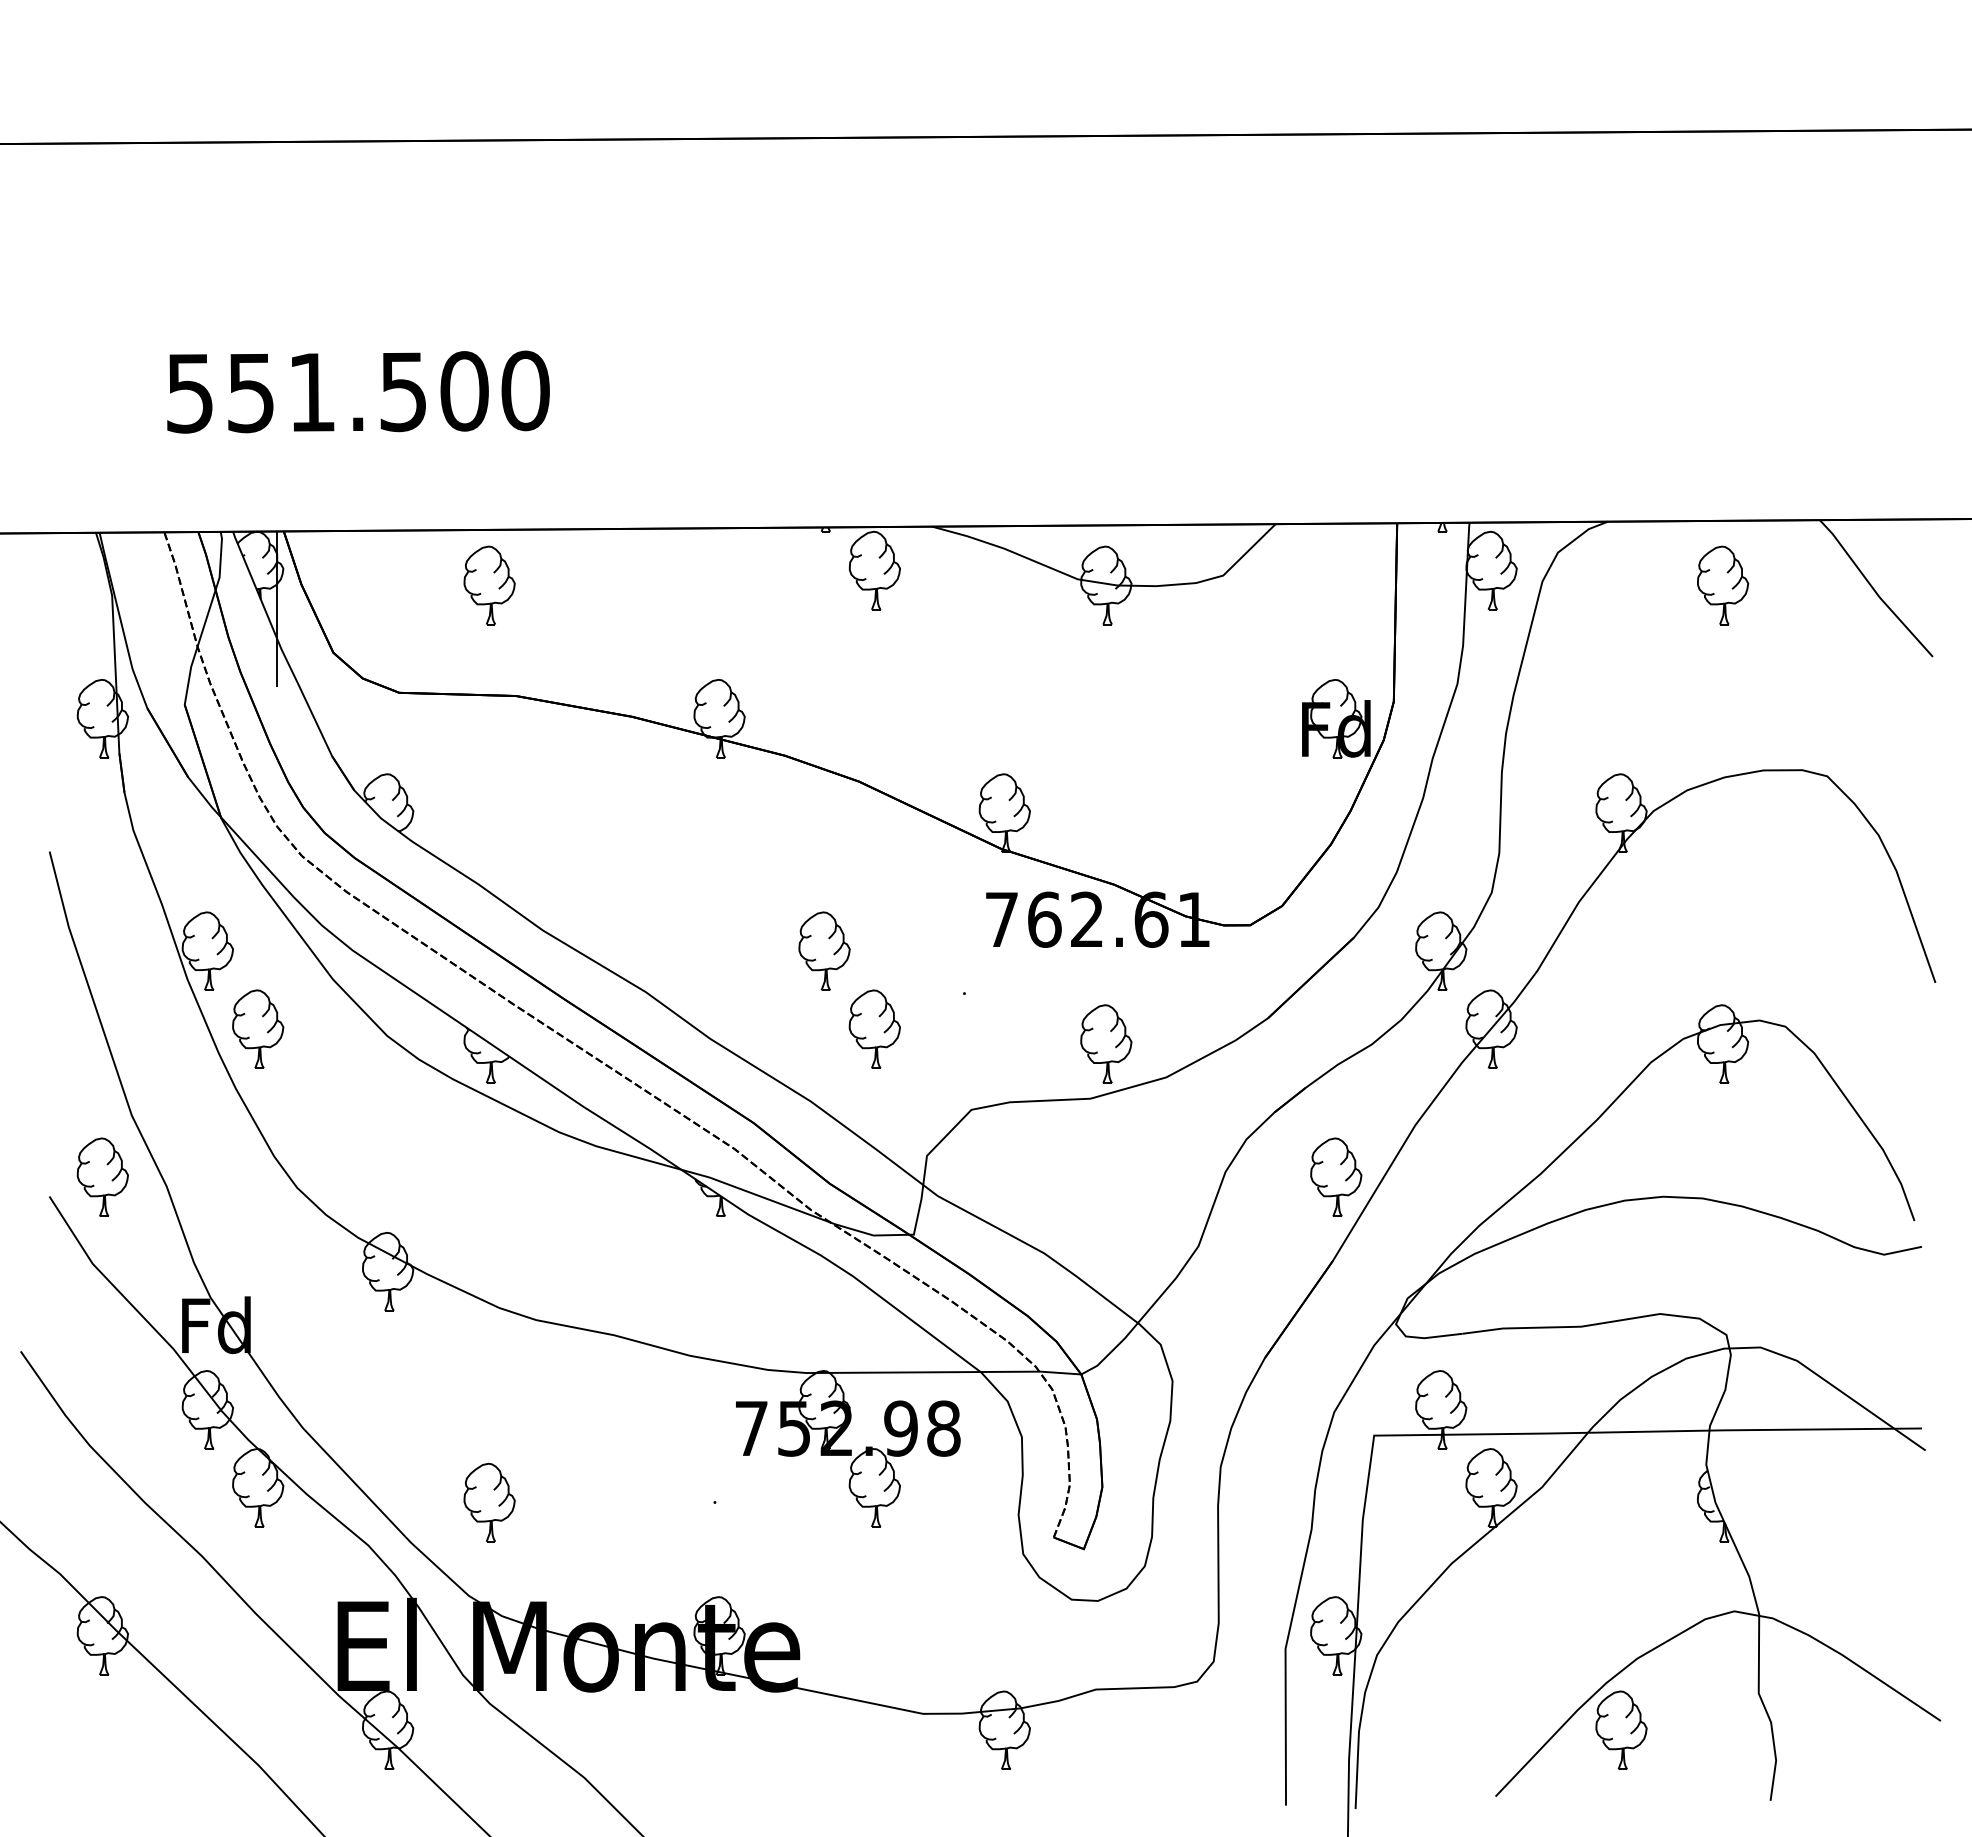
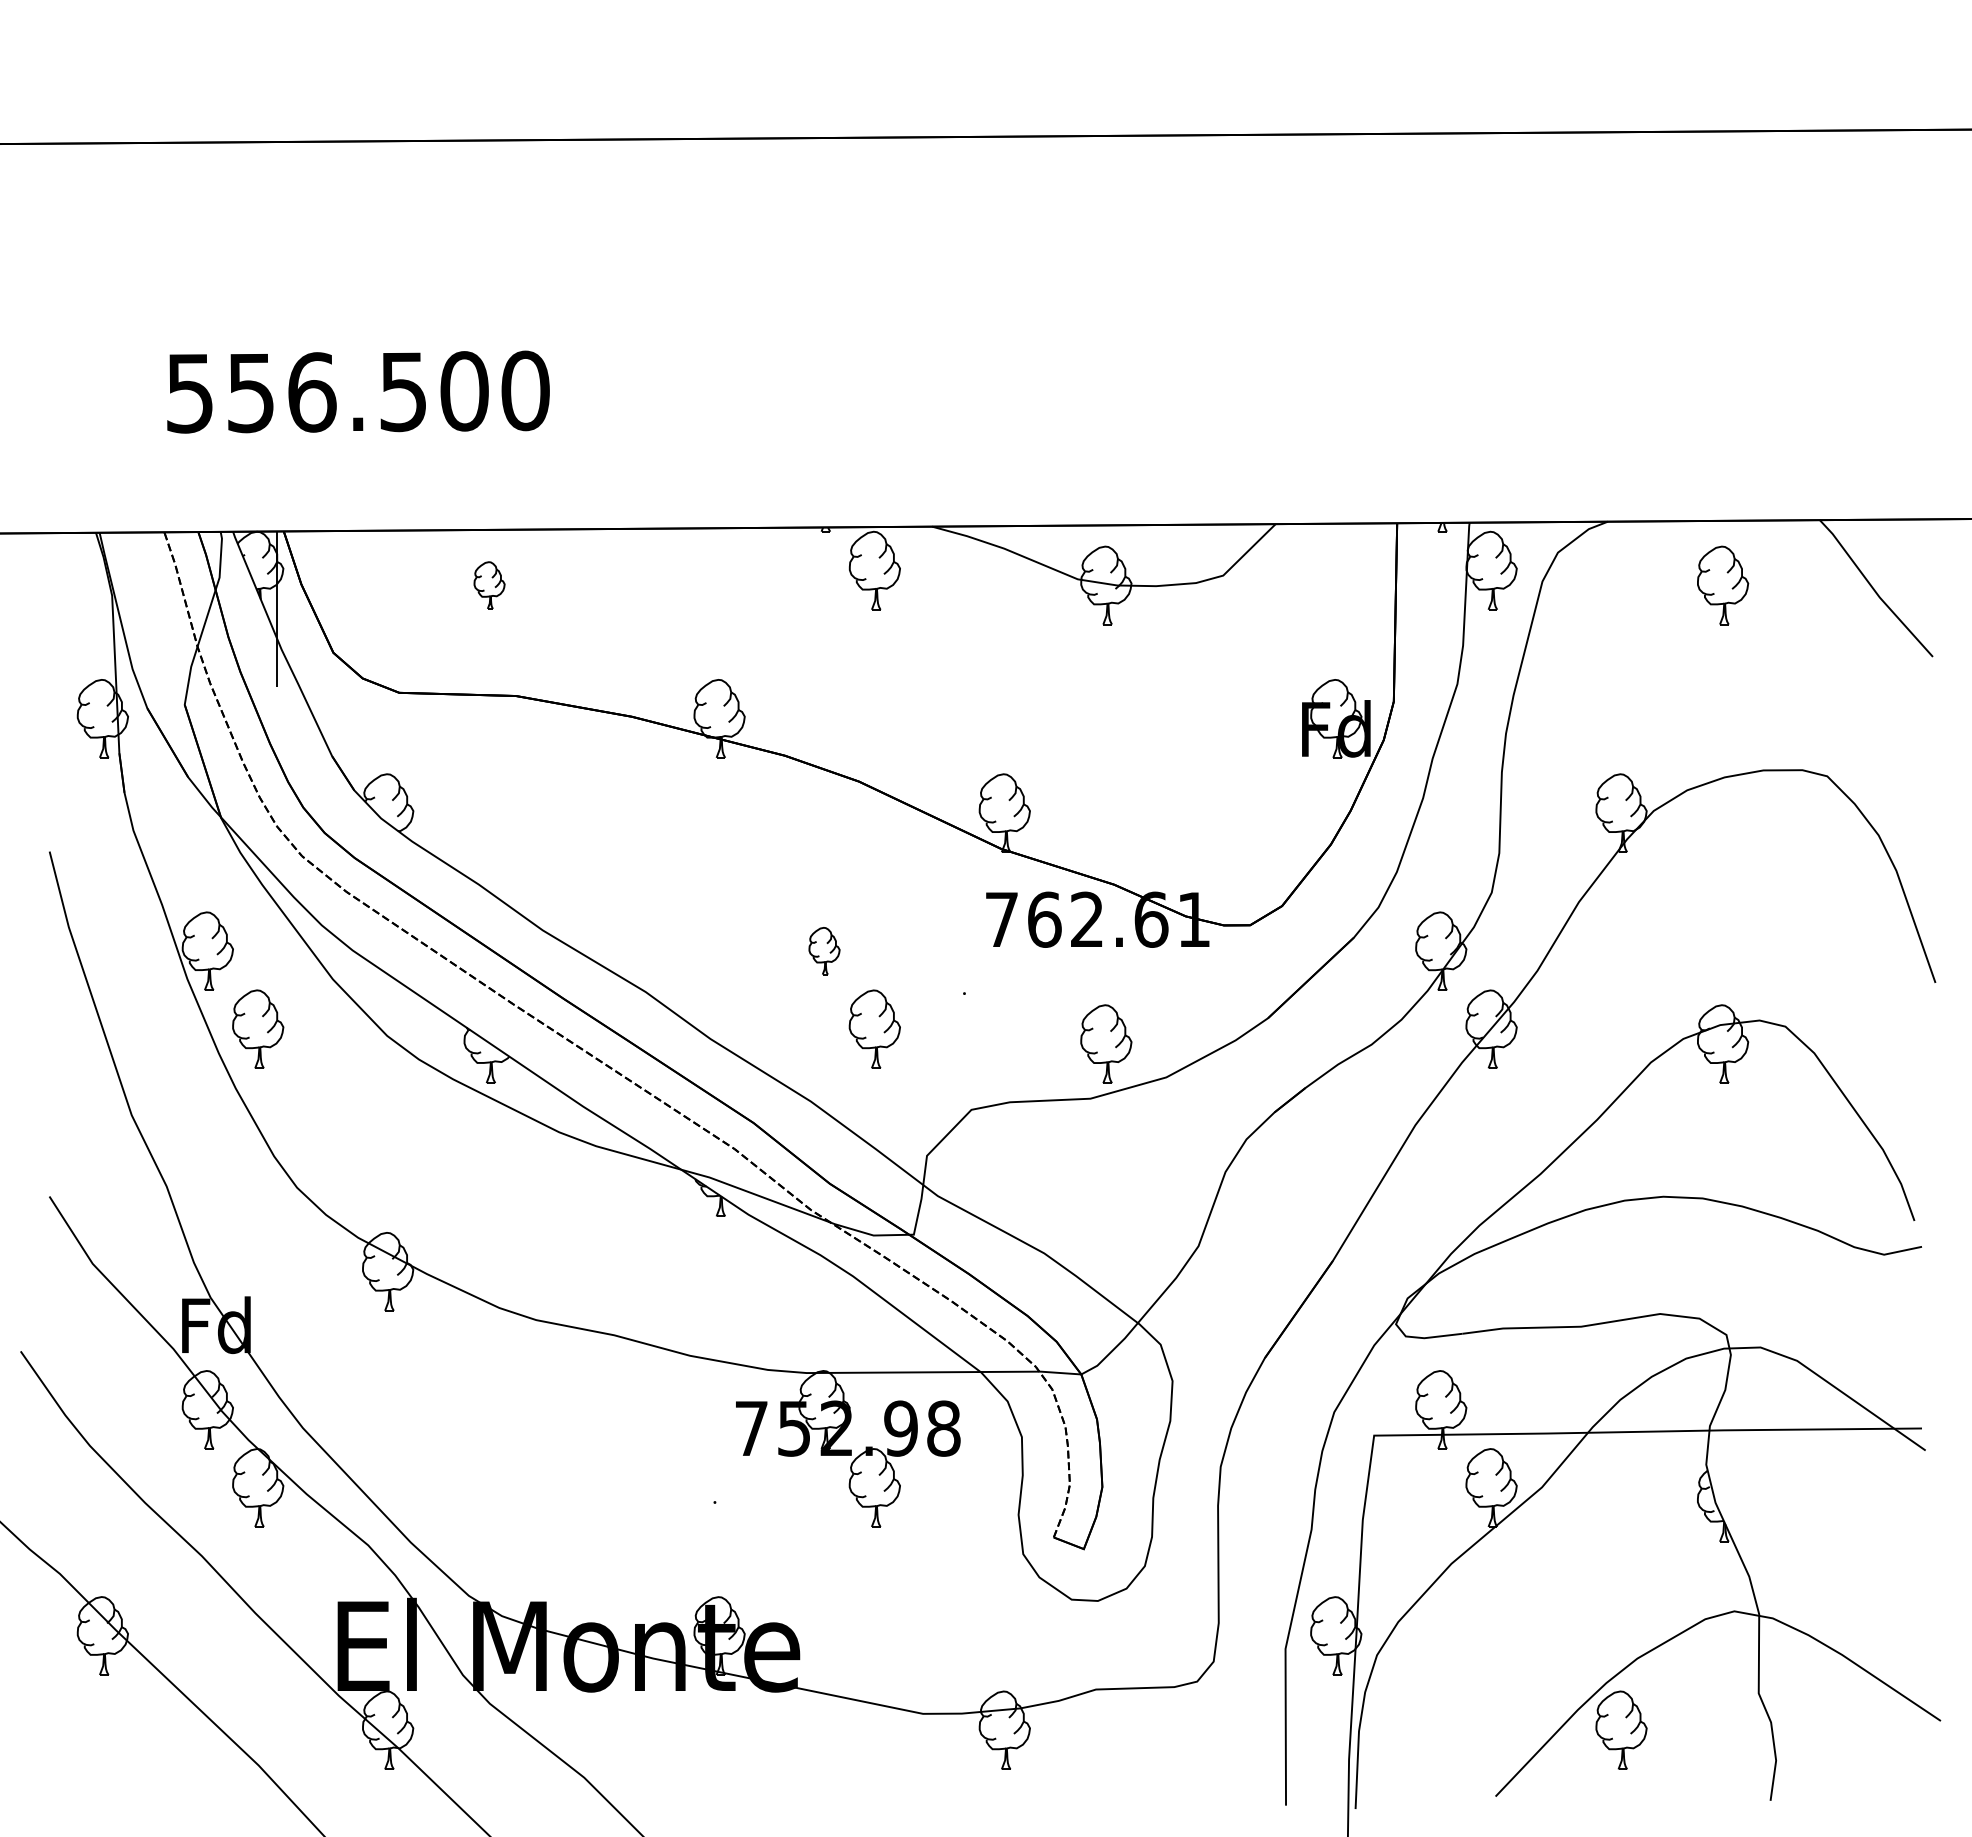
text at (312, 392): 551.500 -> 556.500
part at (489, 585) size: 53x81 px -> 33x49 px
part at (824, 950) size: 53x80 px -> 33x49 px
part at (102, 1176): present -> none
part at (1336, 1176): present -> none
part at (489, 1502): present -> none
